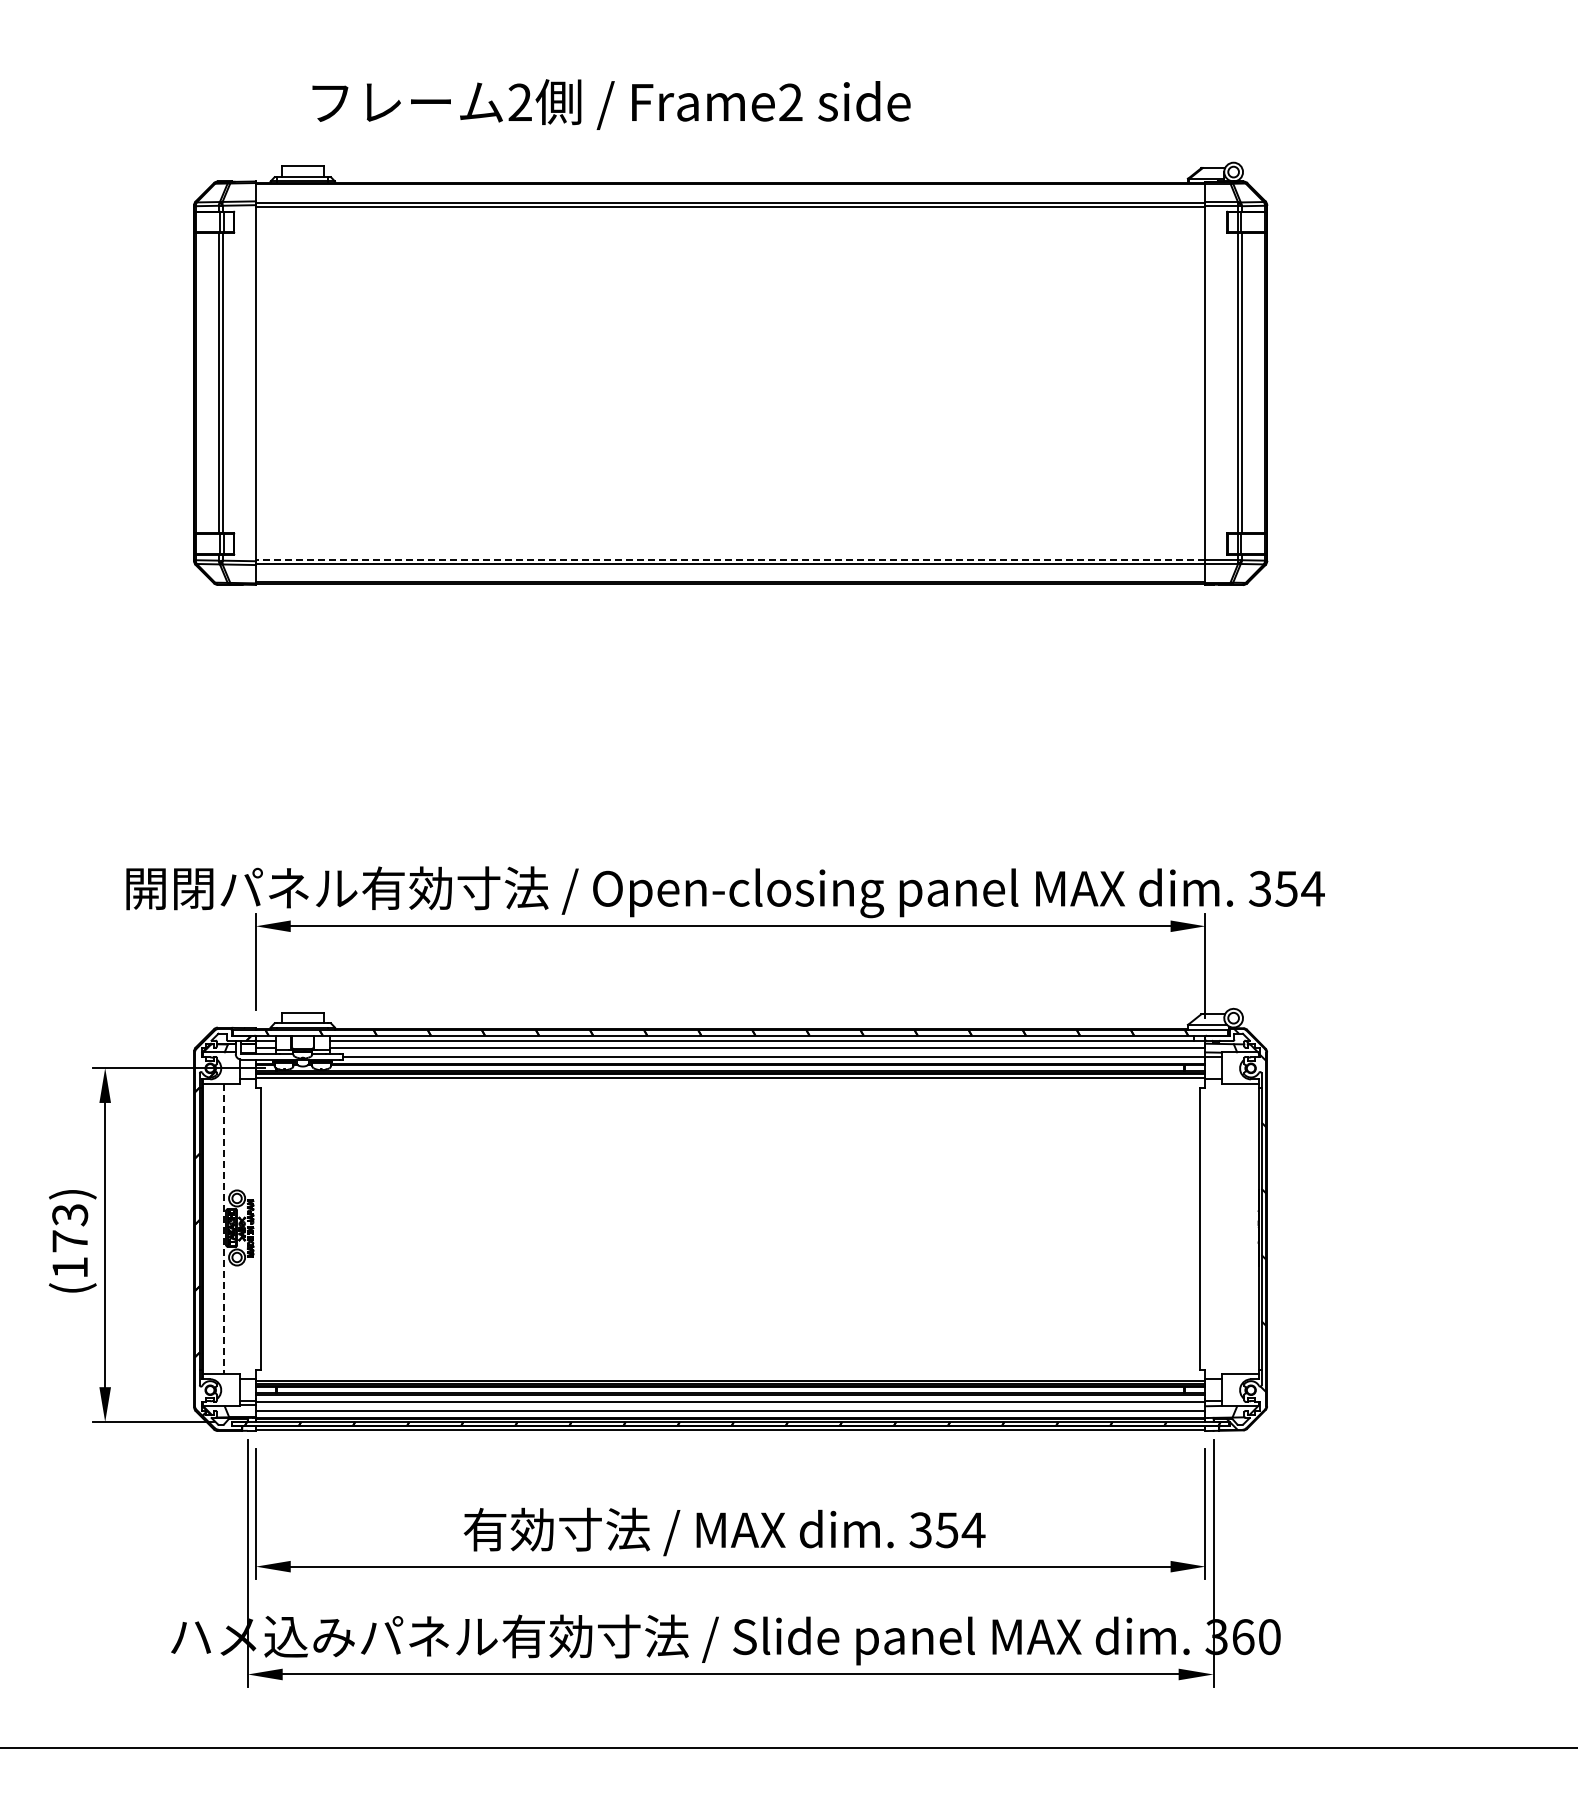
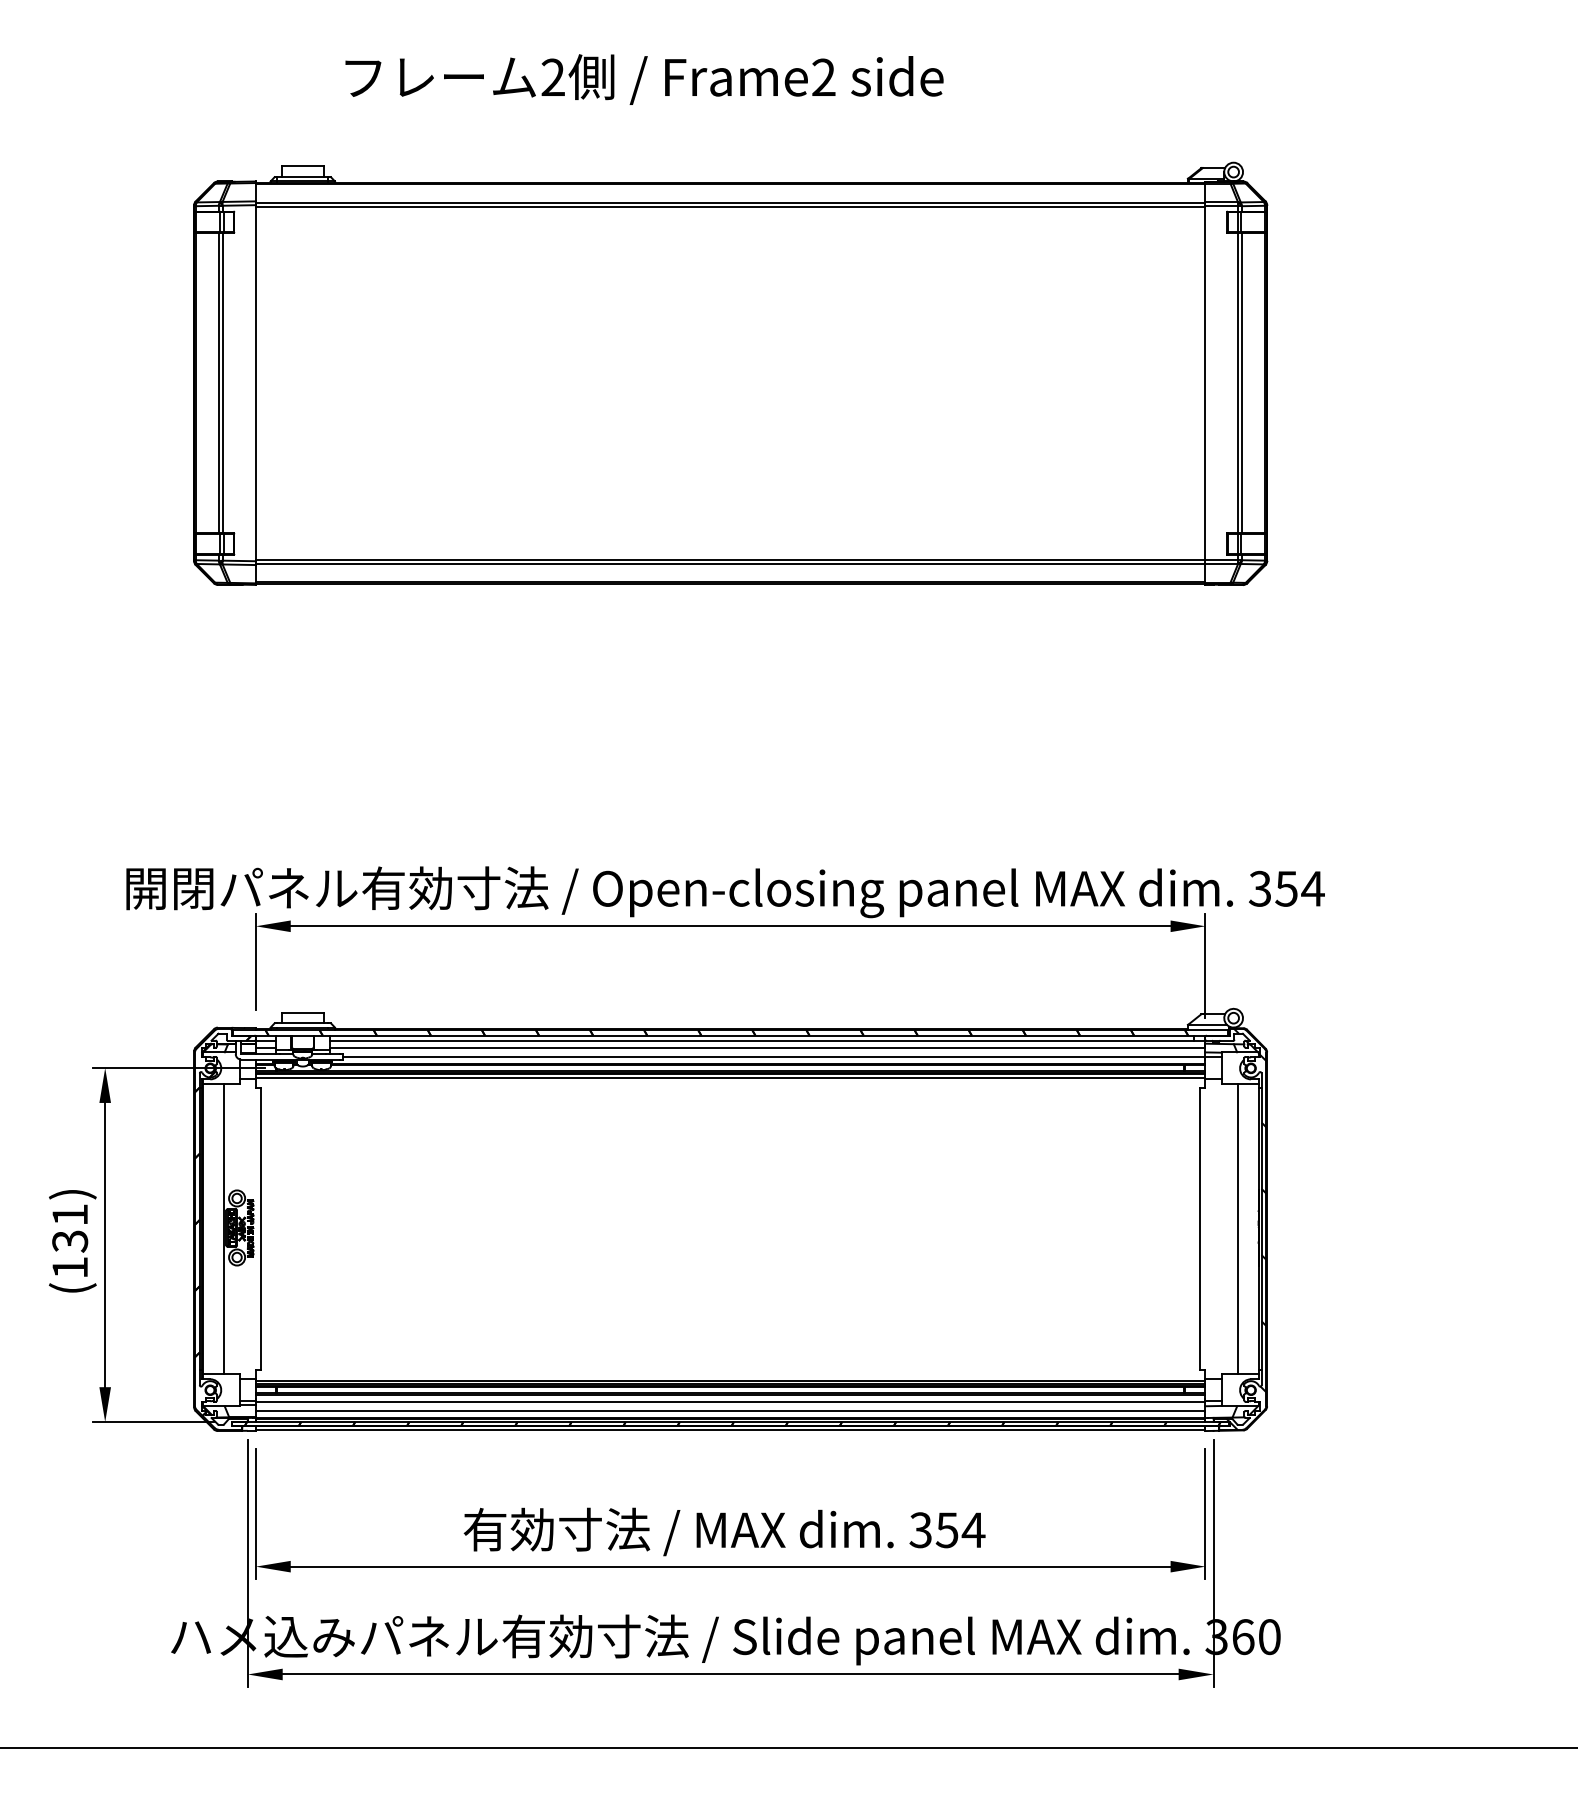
text at (611, 104) position: (611, 104) -> (644, 79)
line at (730, 559): dashed -> solid
text at (70, 1228): (173) -> (131)
line at (224, 1229): dashed -> solid
line at (1237, 1229): none -> present
